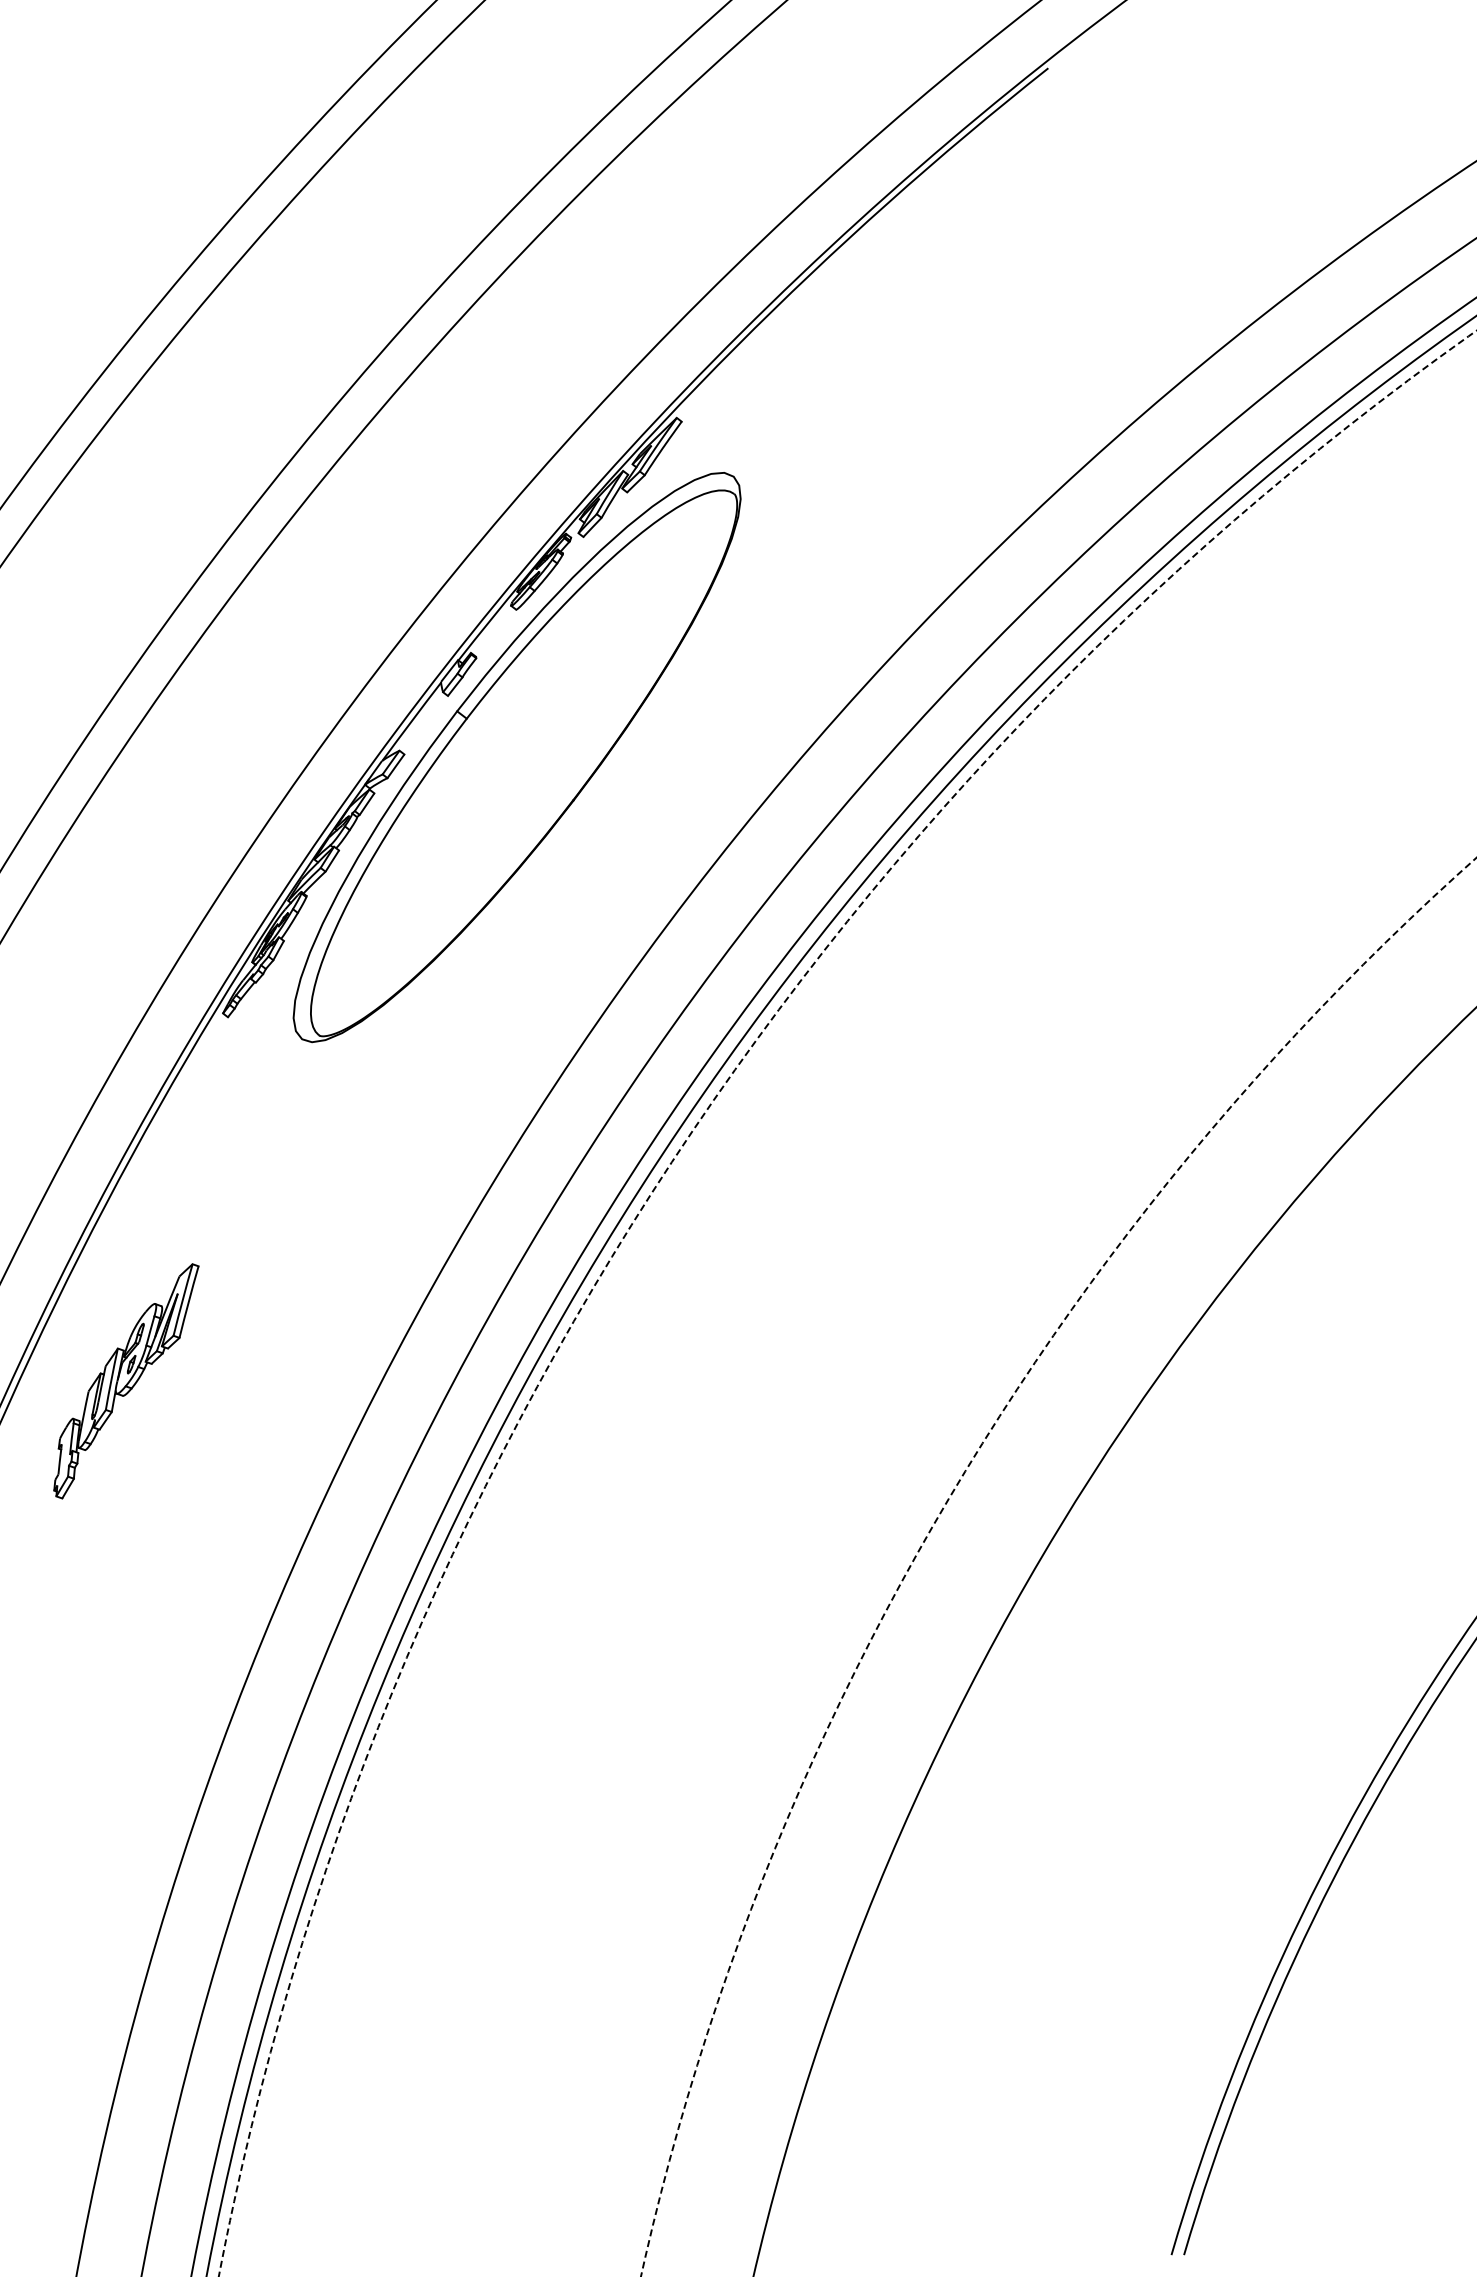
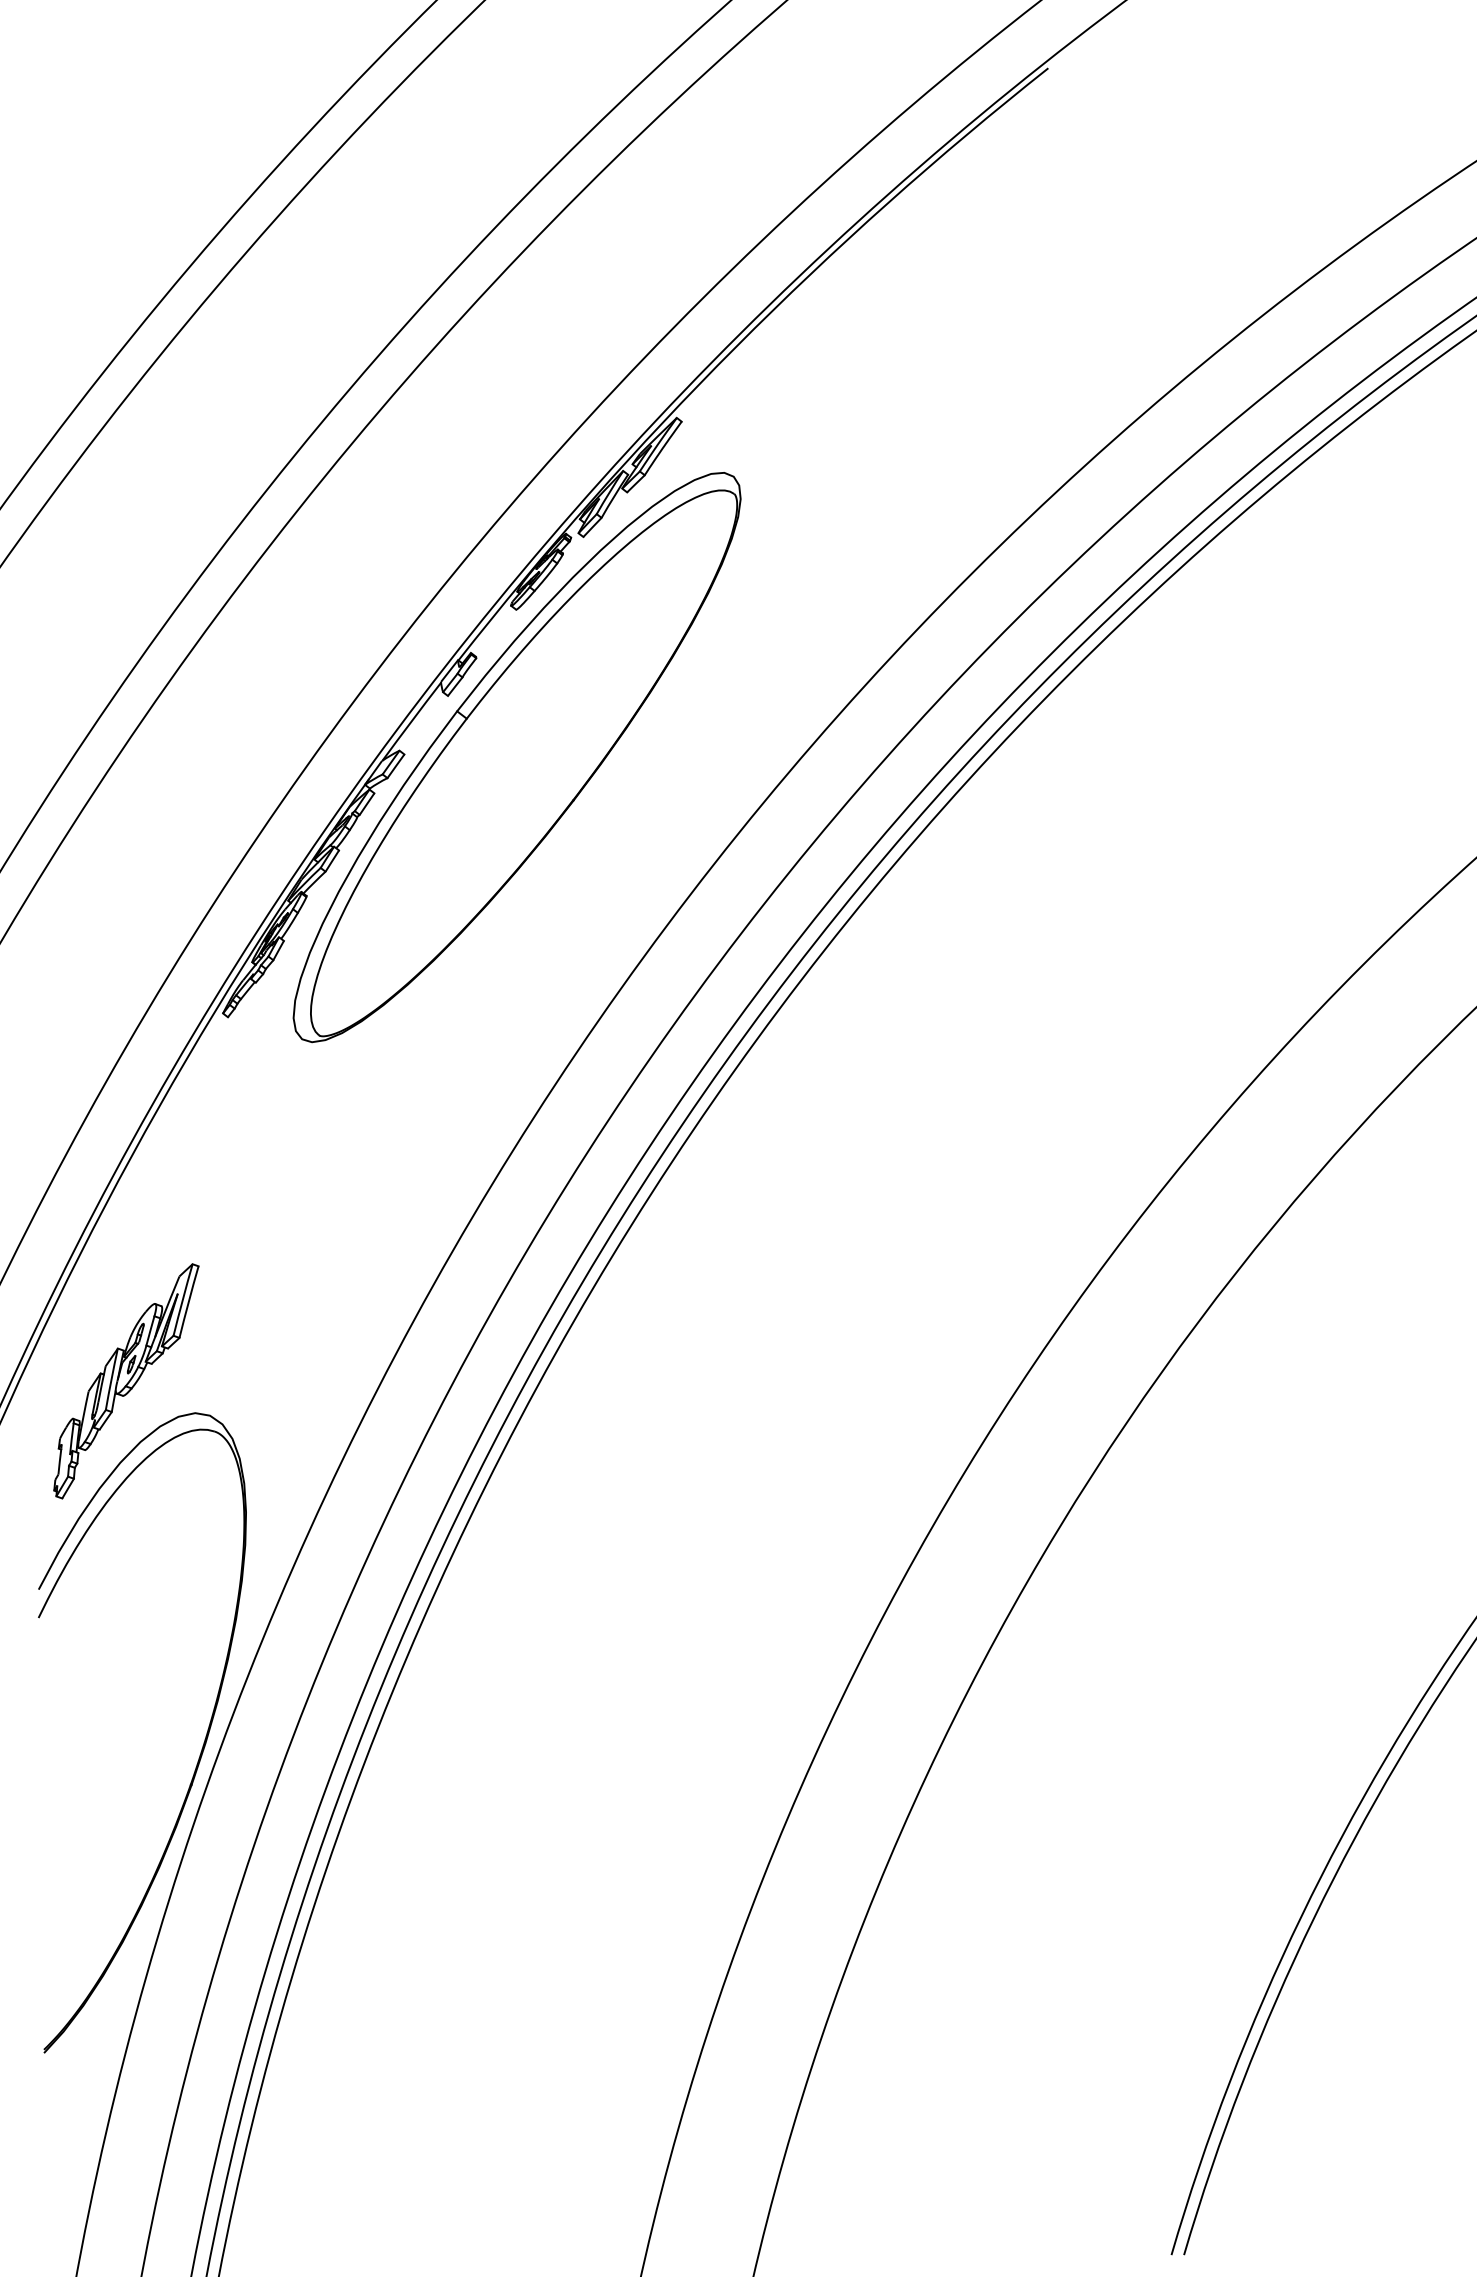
circle at (847, 1303): dashed -> solid
circle at (1058, 1566): dashed -> solid
part at (201, 1748): none -> present
